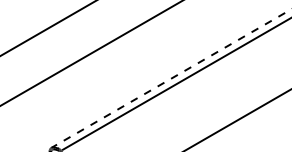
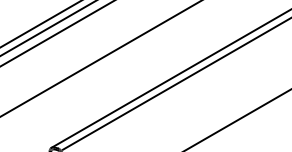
line at (40, 24): none -> present
line at (57, 33): none -> present
line at (90, 53) position: (90, 53) -> (100, 58)
line at (170, 78): dashed -> solid
